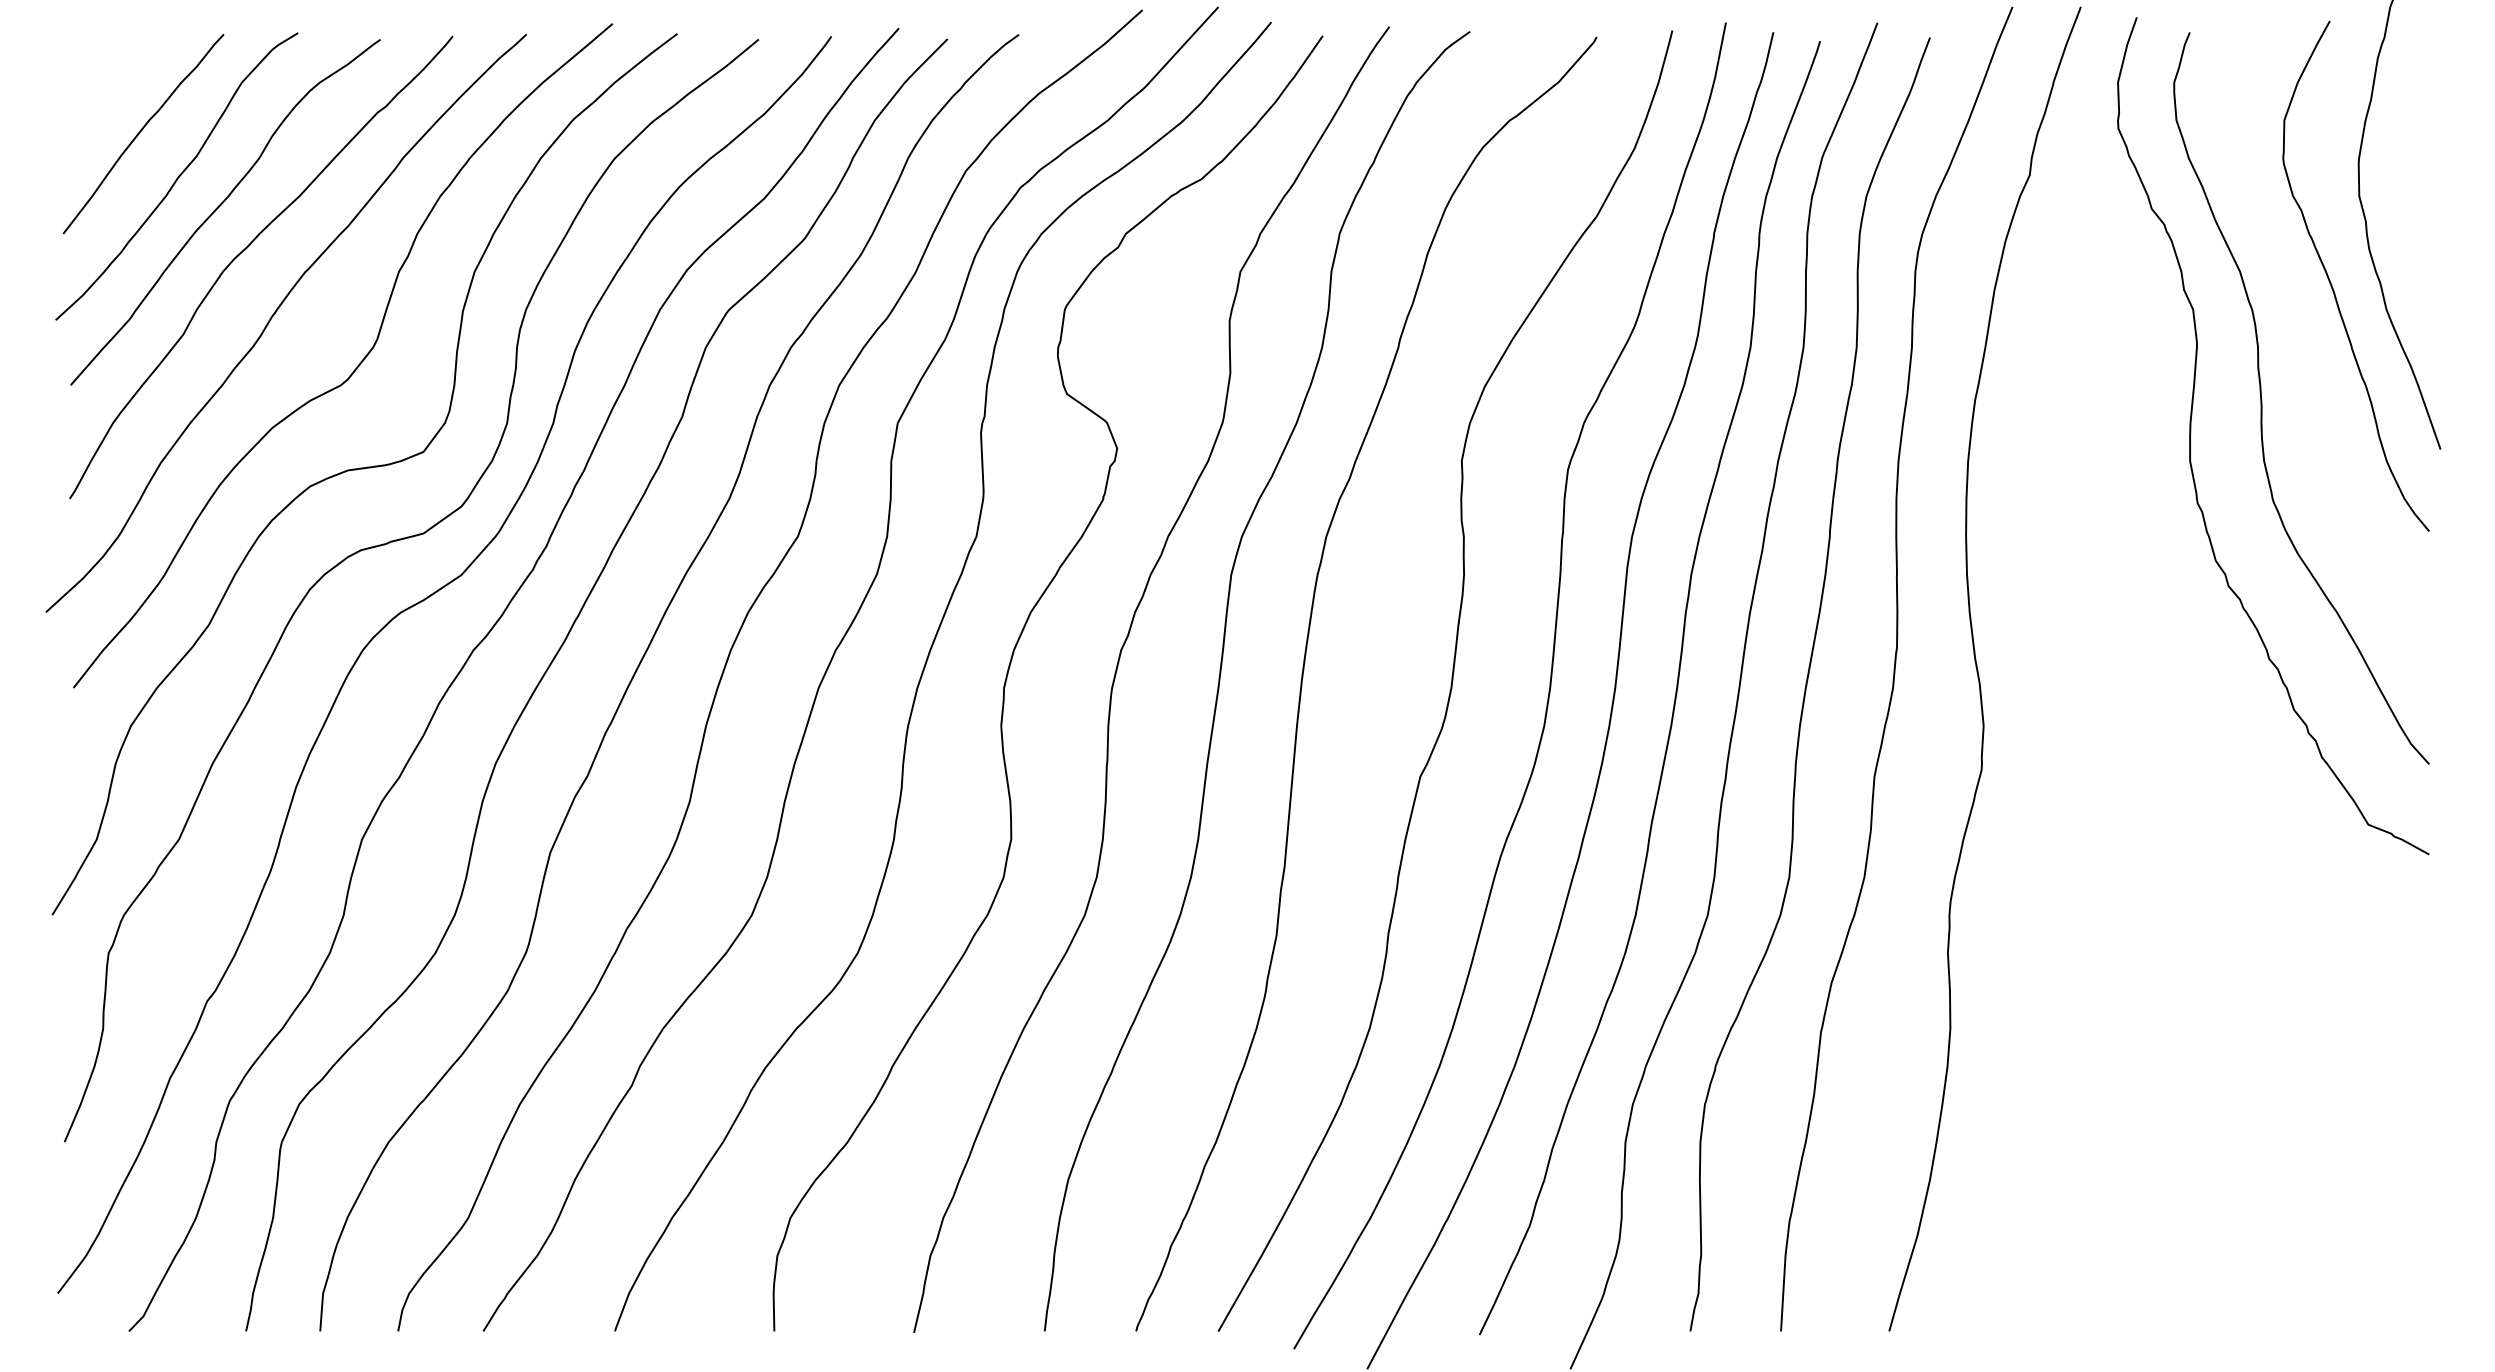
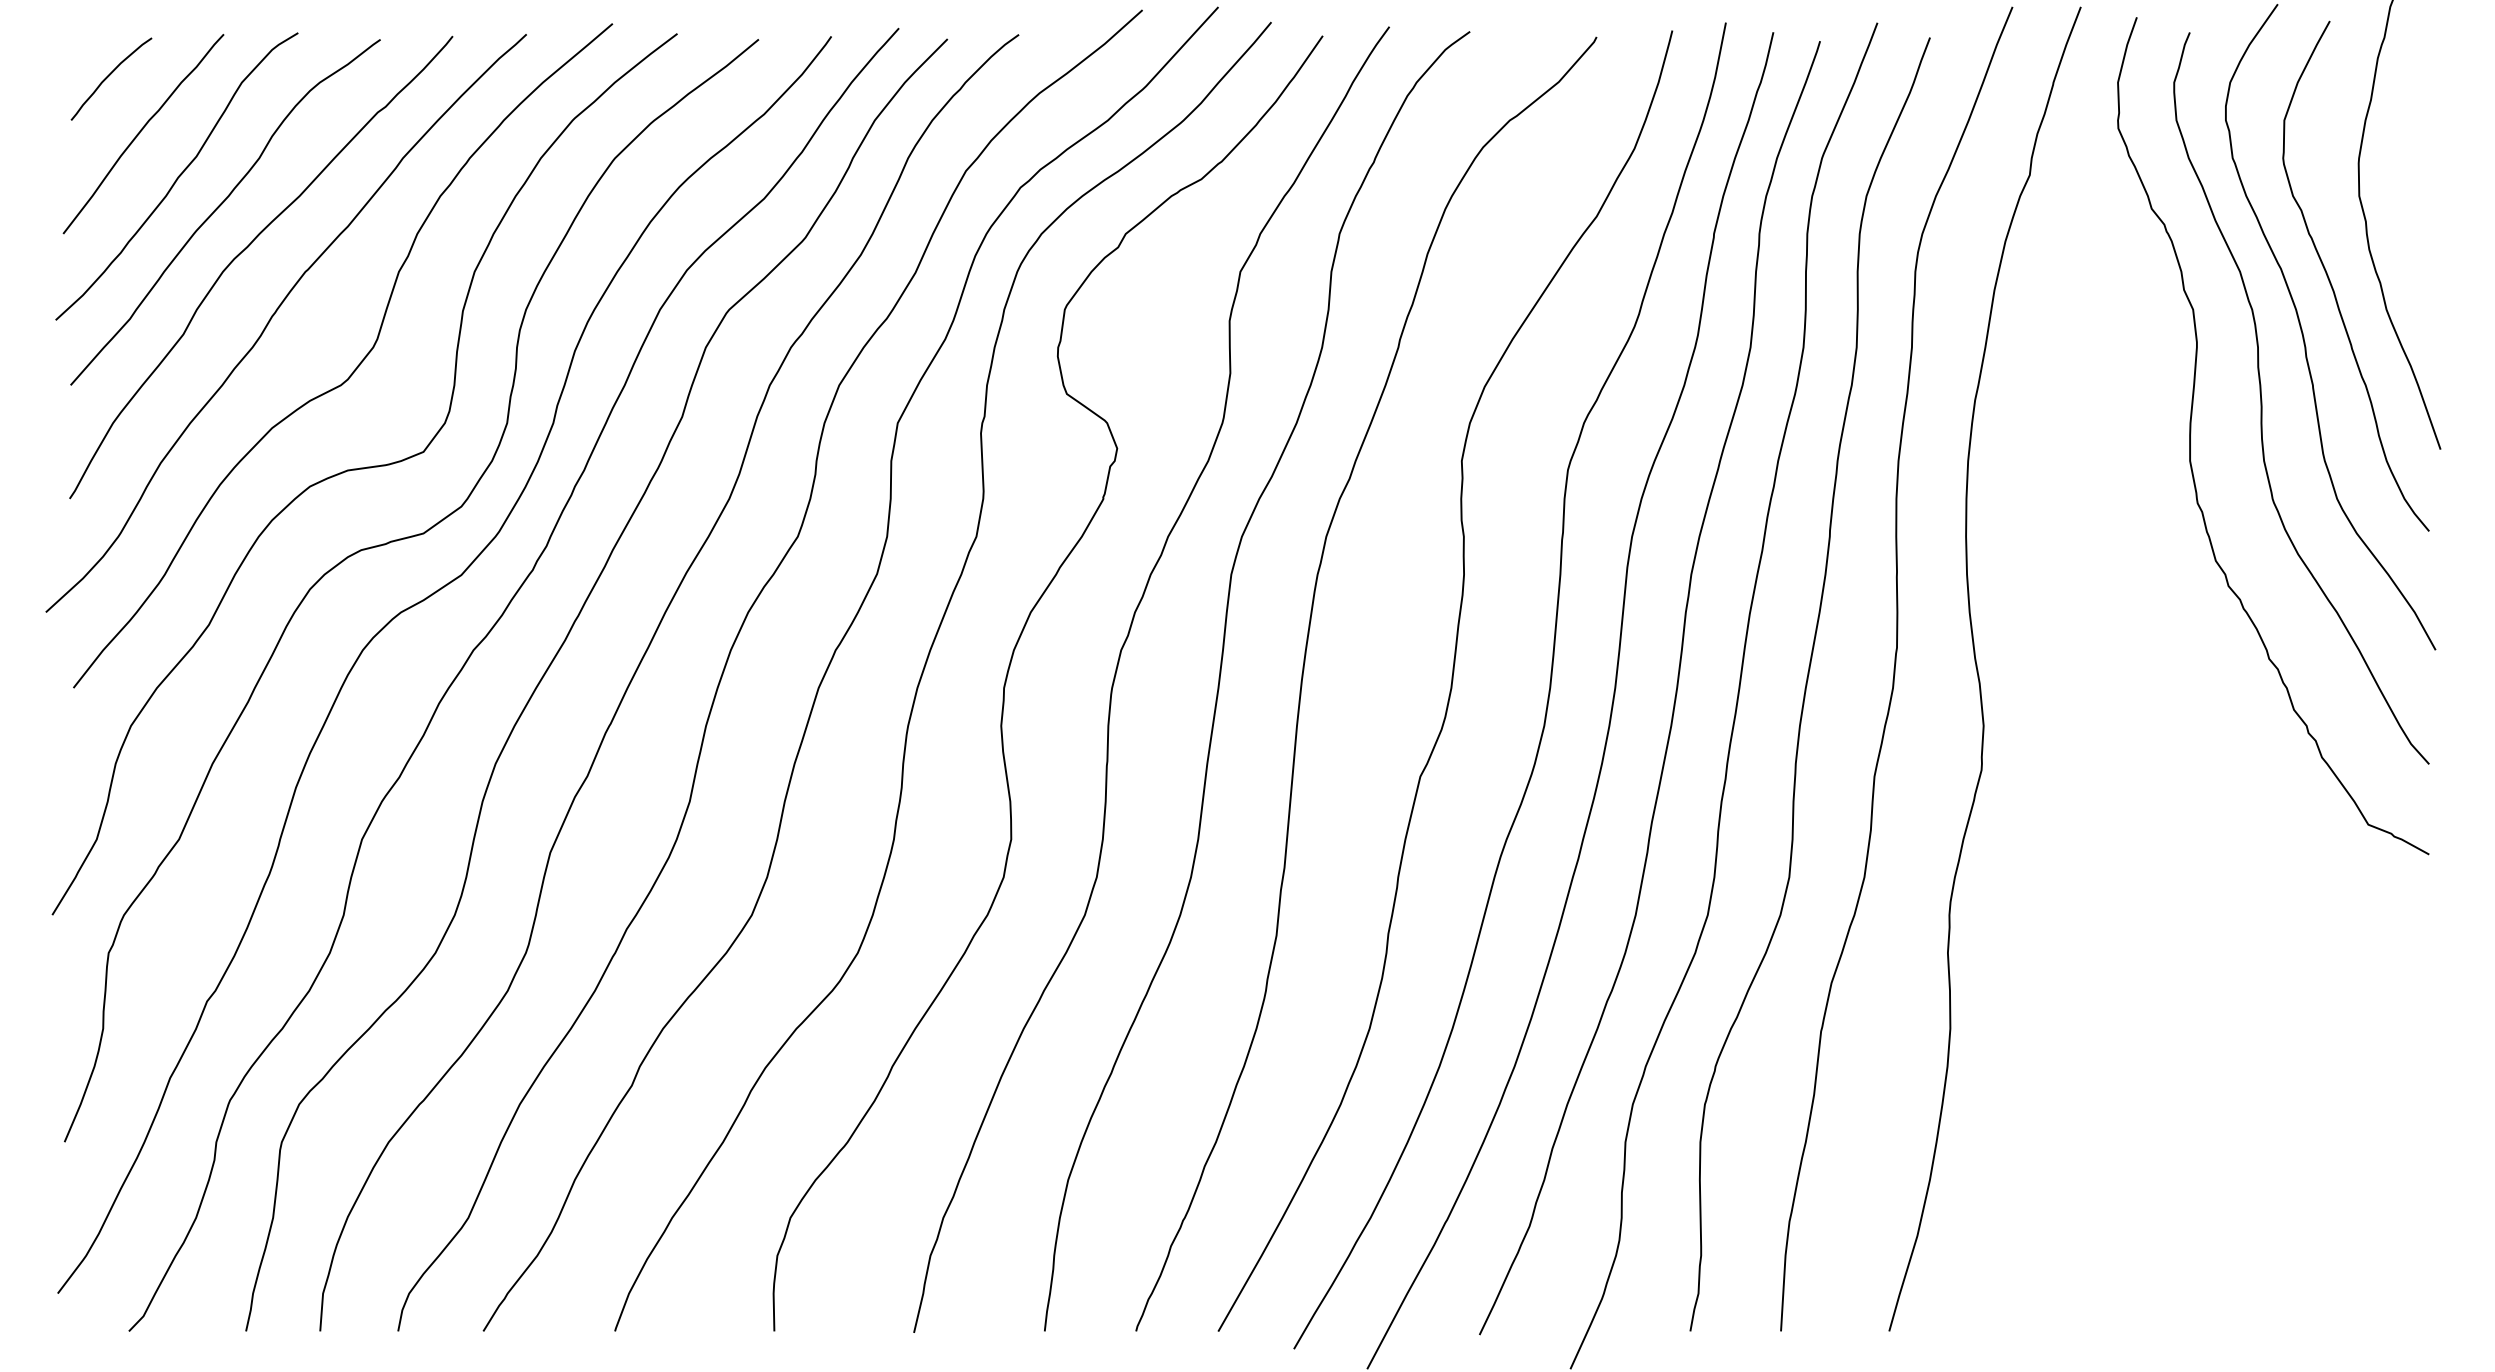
curve at (109, 76): none -> present
curve at (2303, 332): none -> present
